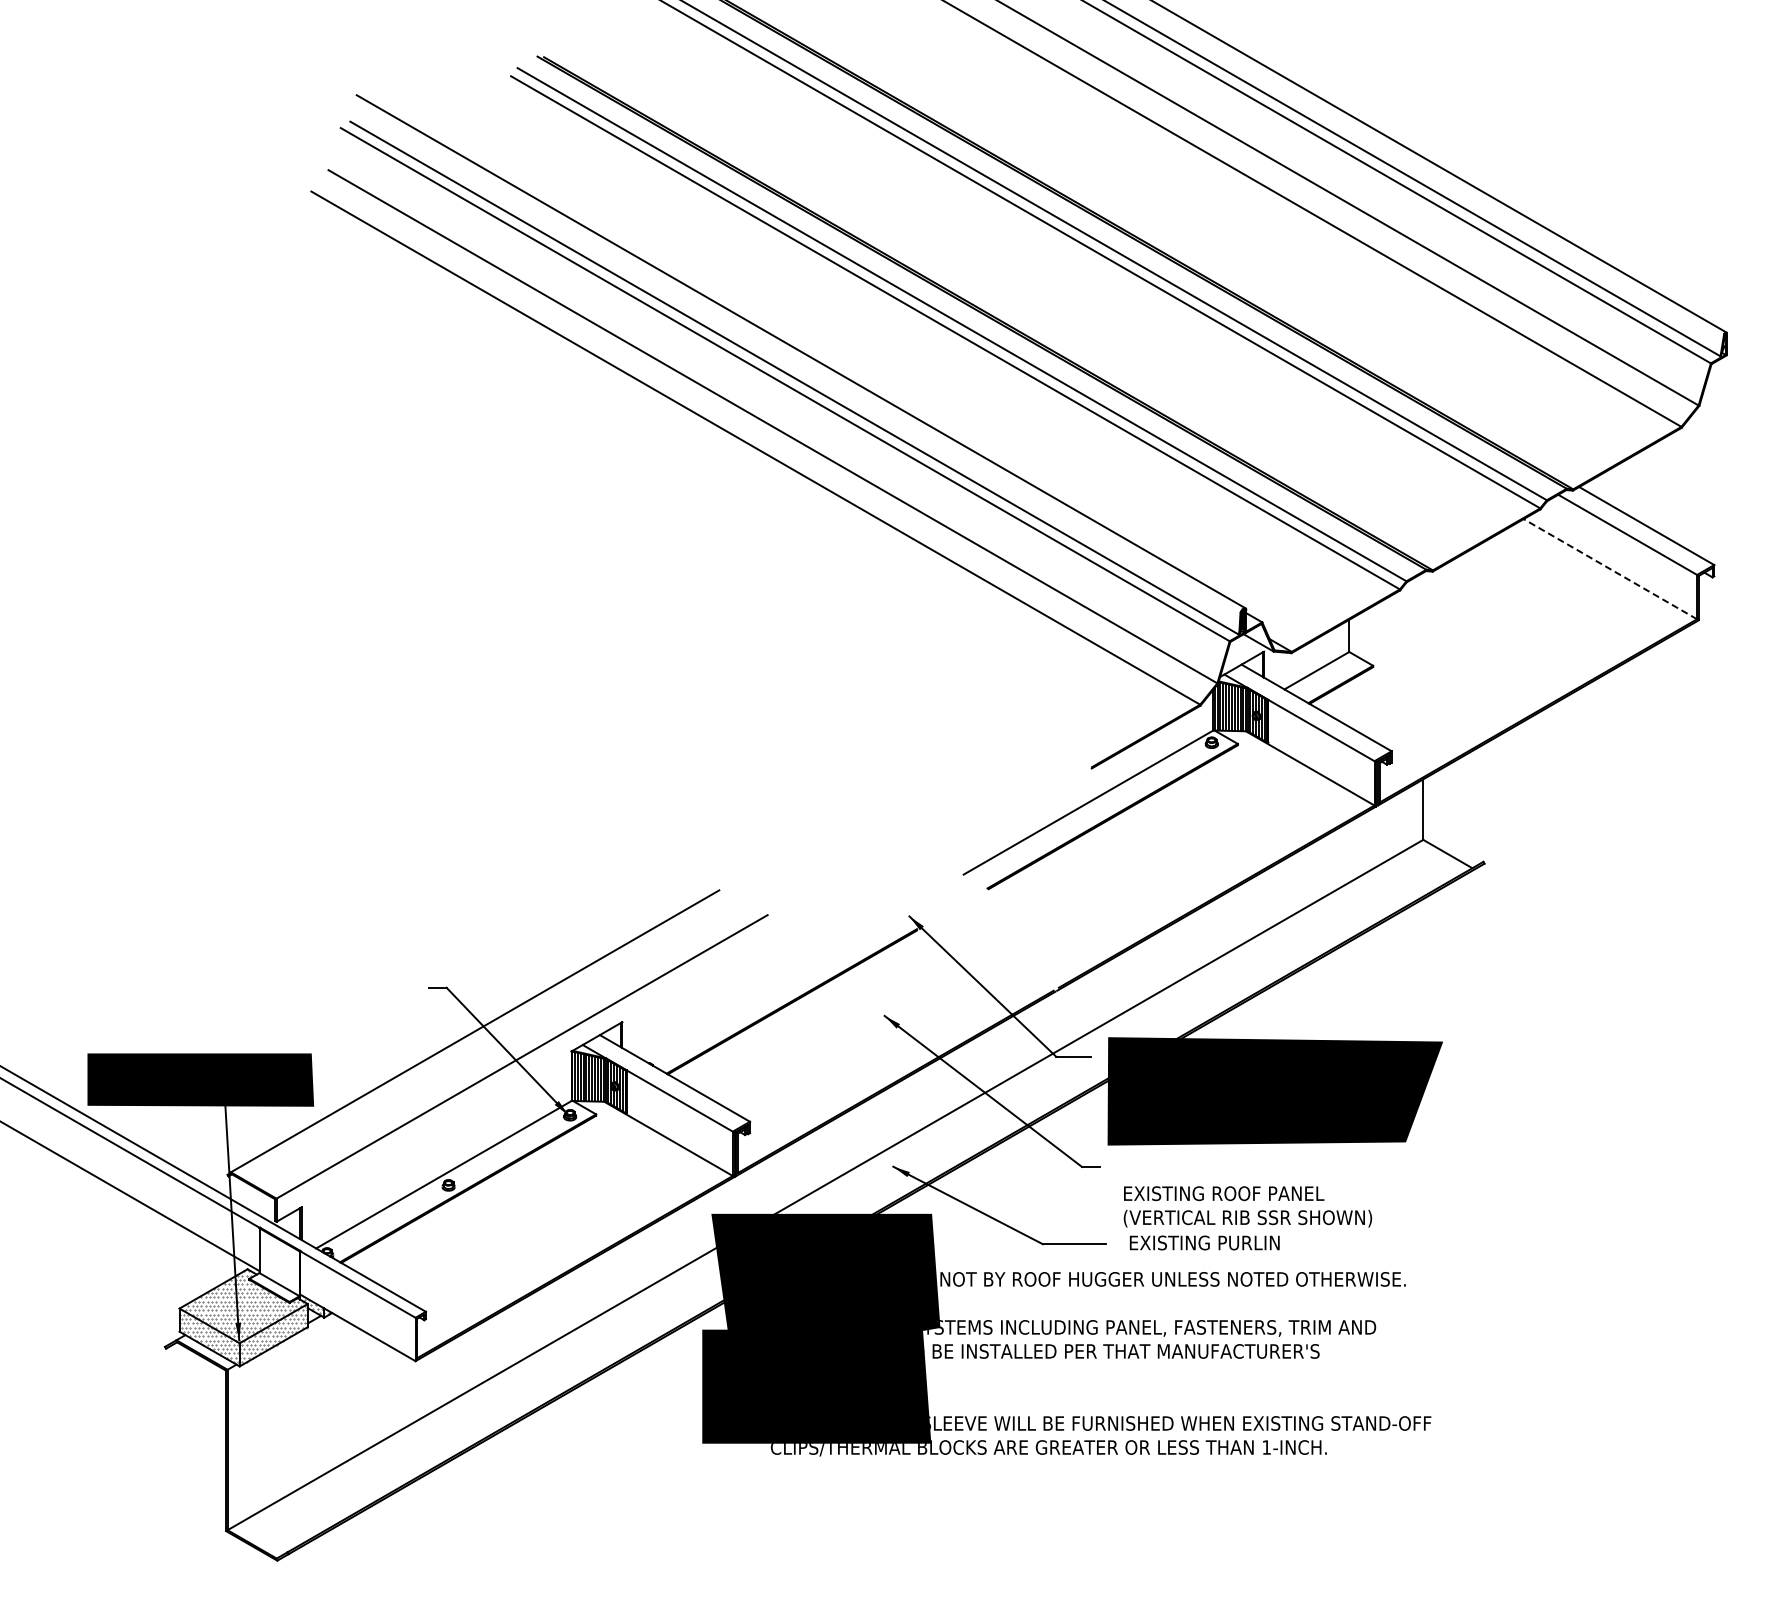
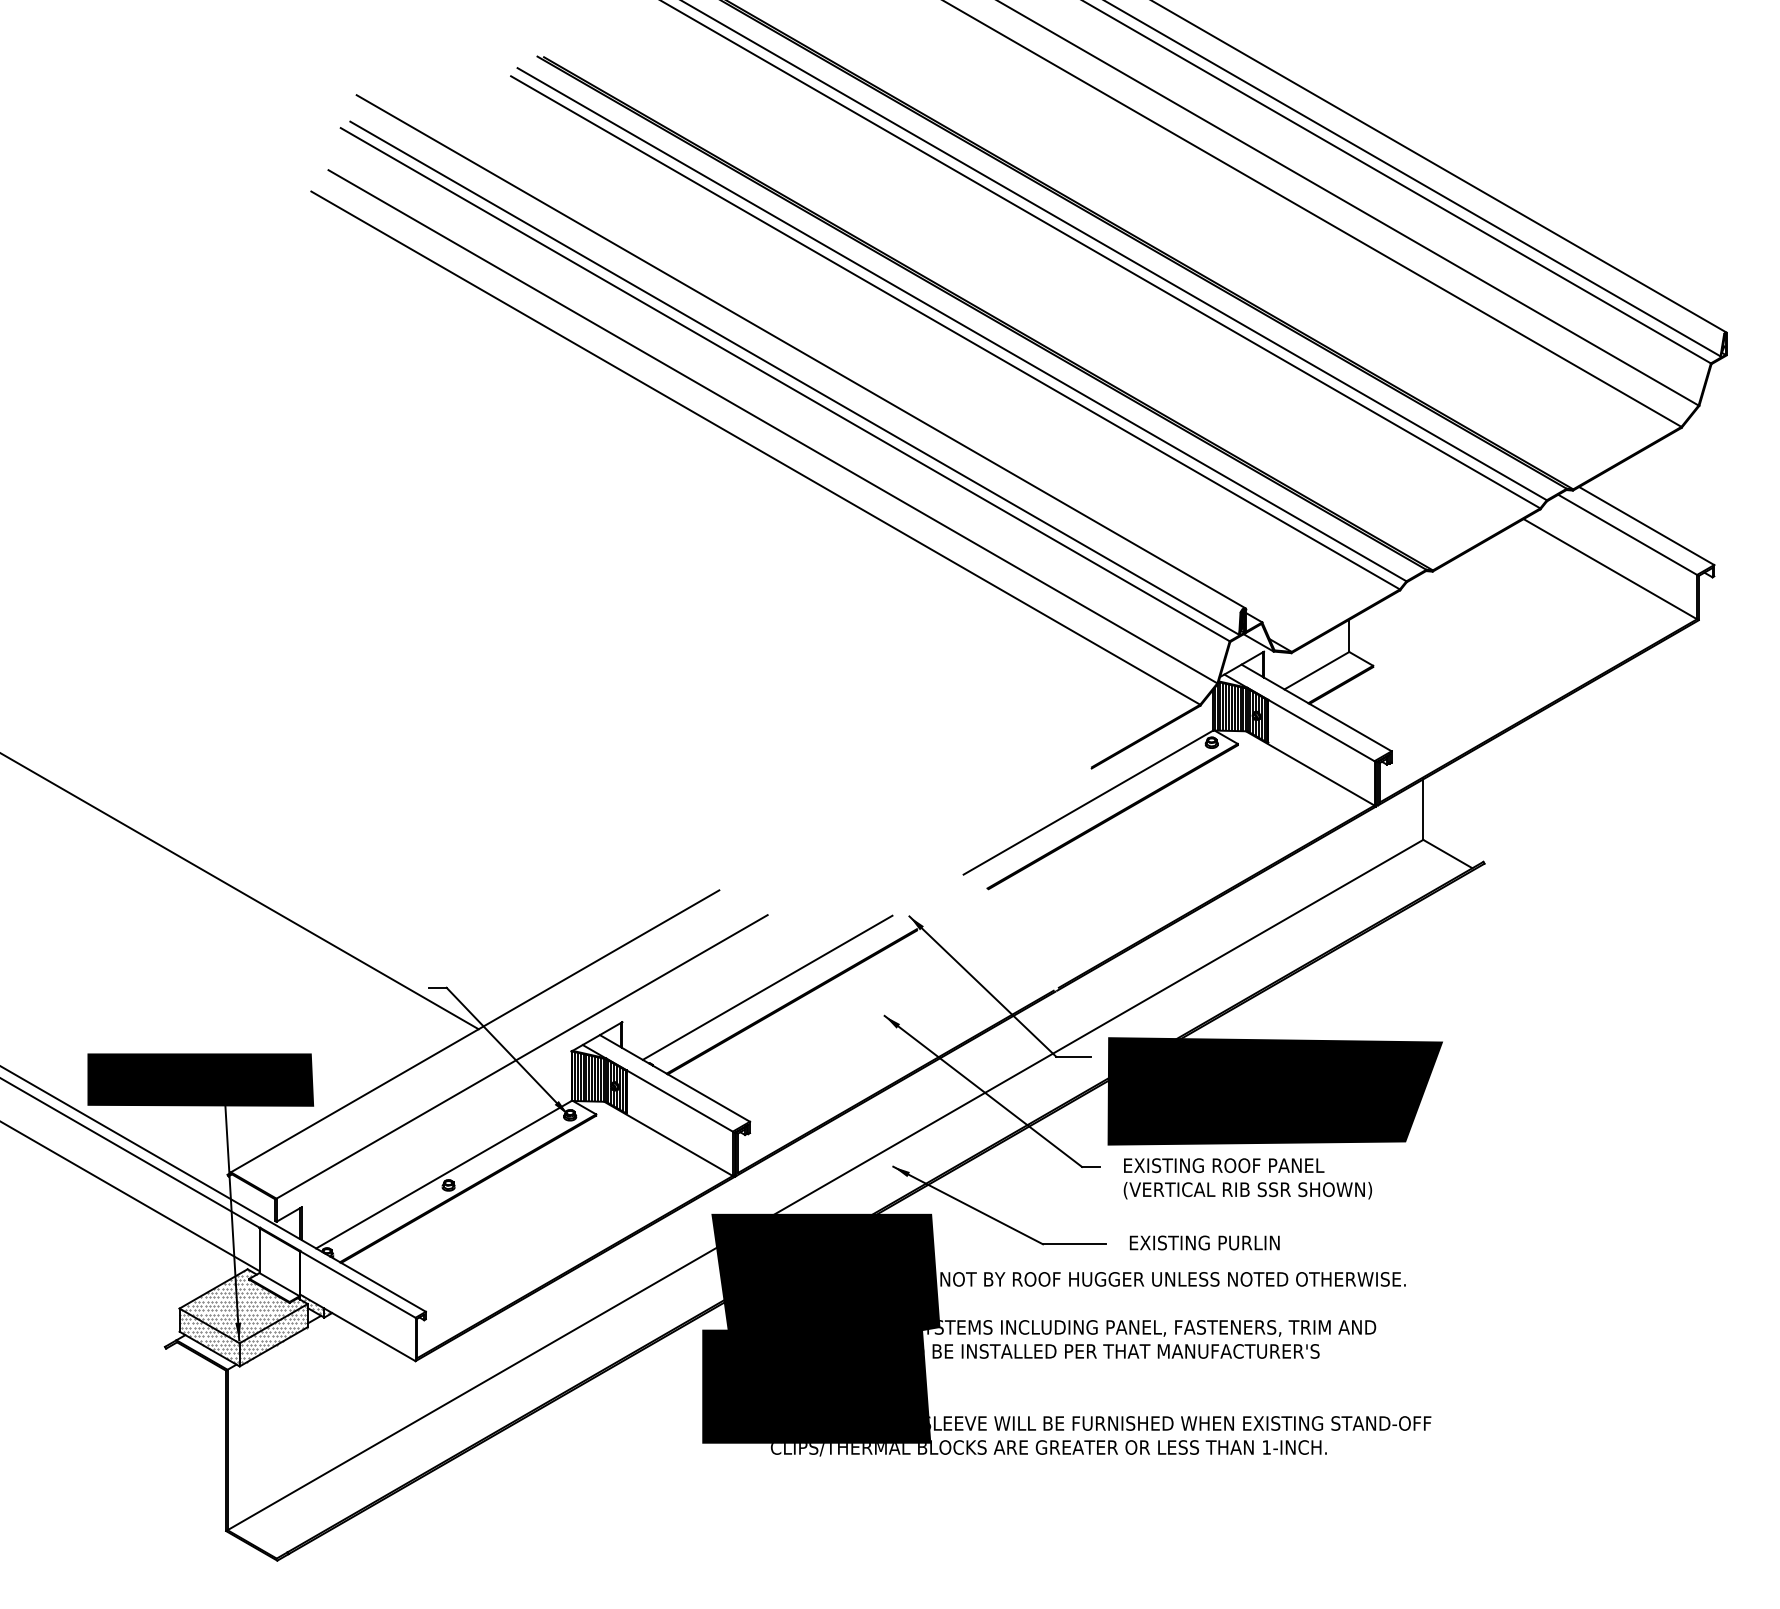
line at (1609, 568): dashed -> solid
line at (240, 891): none -> present
line at (767, 987): none -> present
text at (1247, 1206) position: (1247, 1206) -> (1247, 1178)
